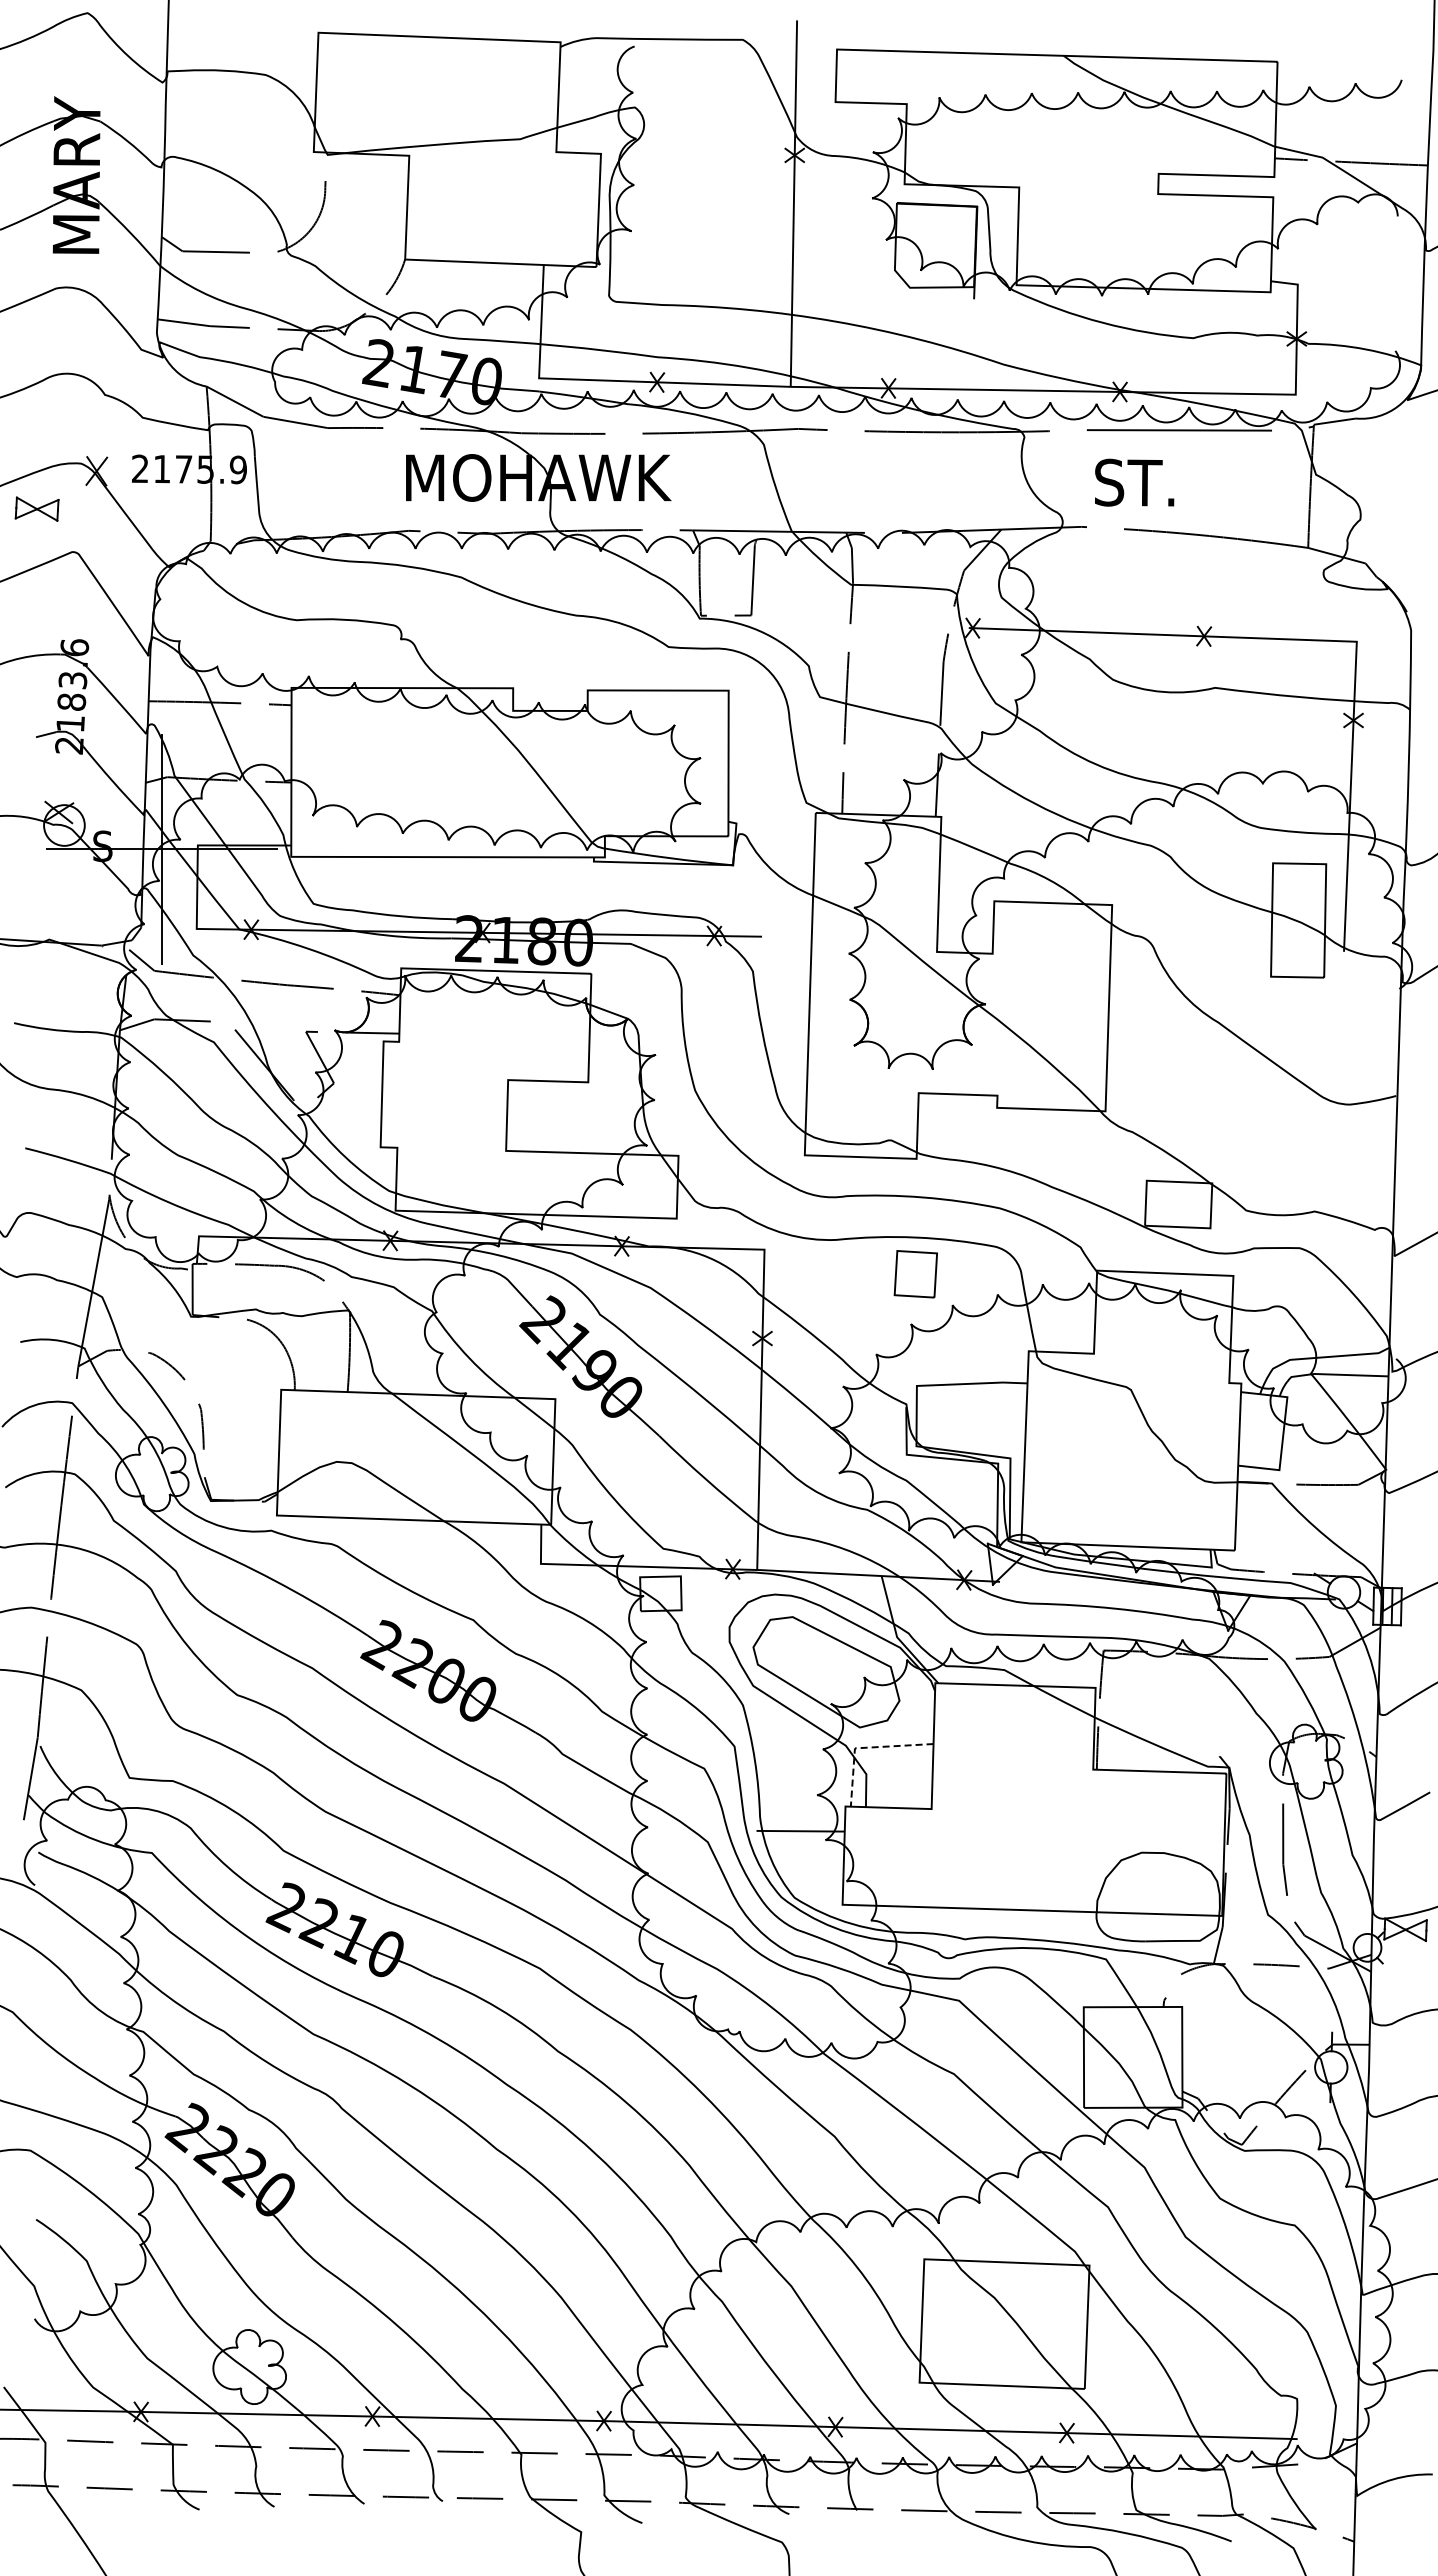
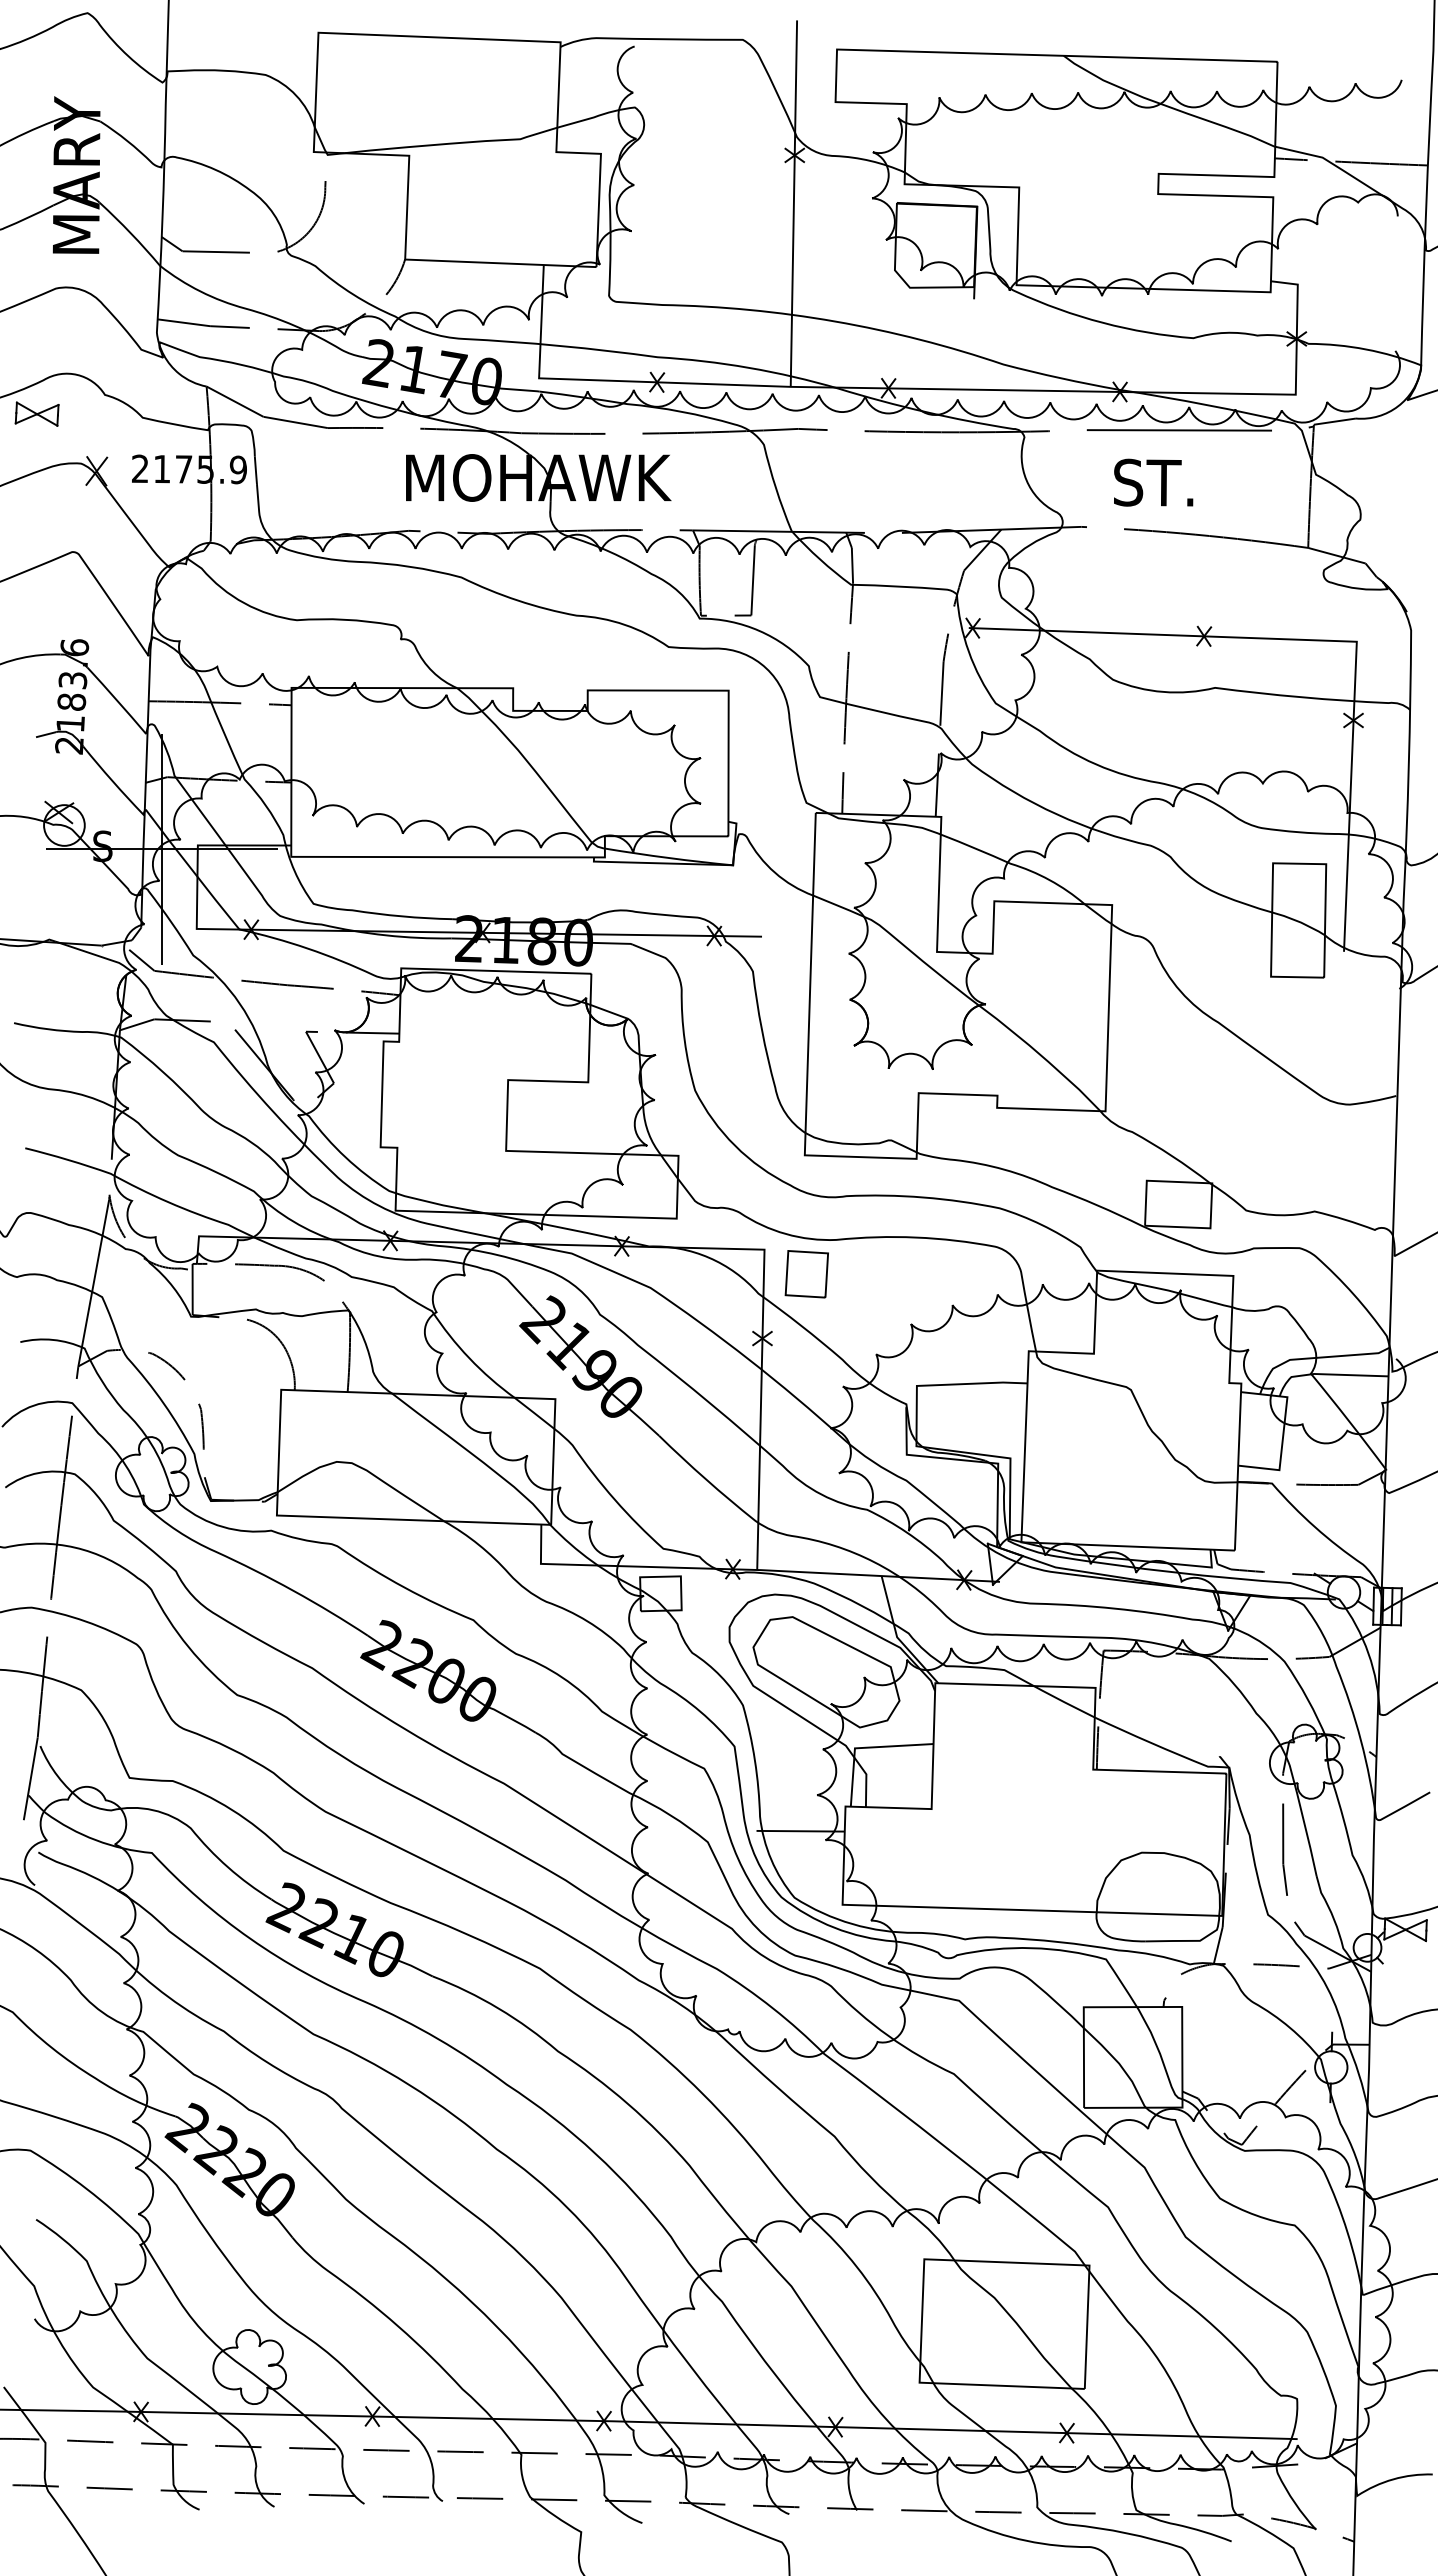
text at (1134, 482) position: (1134, 482) -> (1153, 482)
part at (36, 508) position: (36, 508) -> (36, 413)
part at (915, 1274) position: (915, 1274) -> (806, 1274)
line at (863, 1747): dashed -> solid
